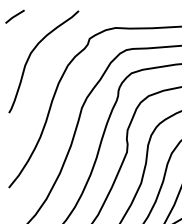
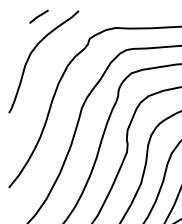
line at (14, 16) position: (14, 16) -> (38, 16)
